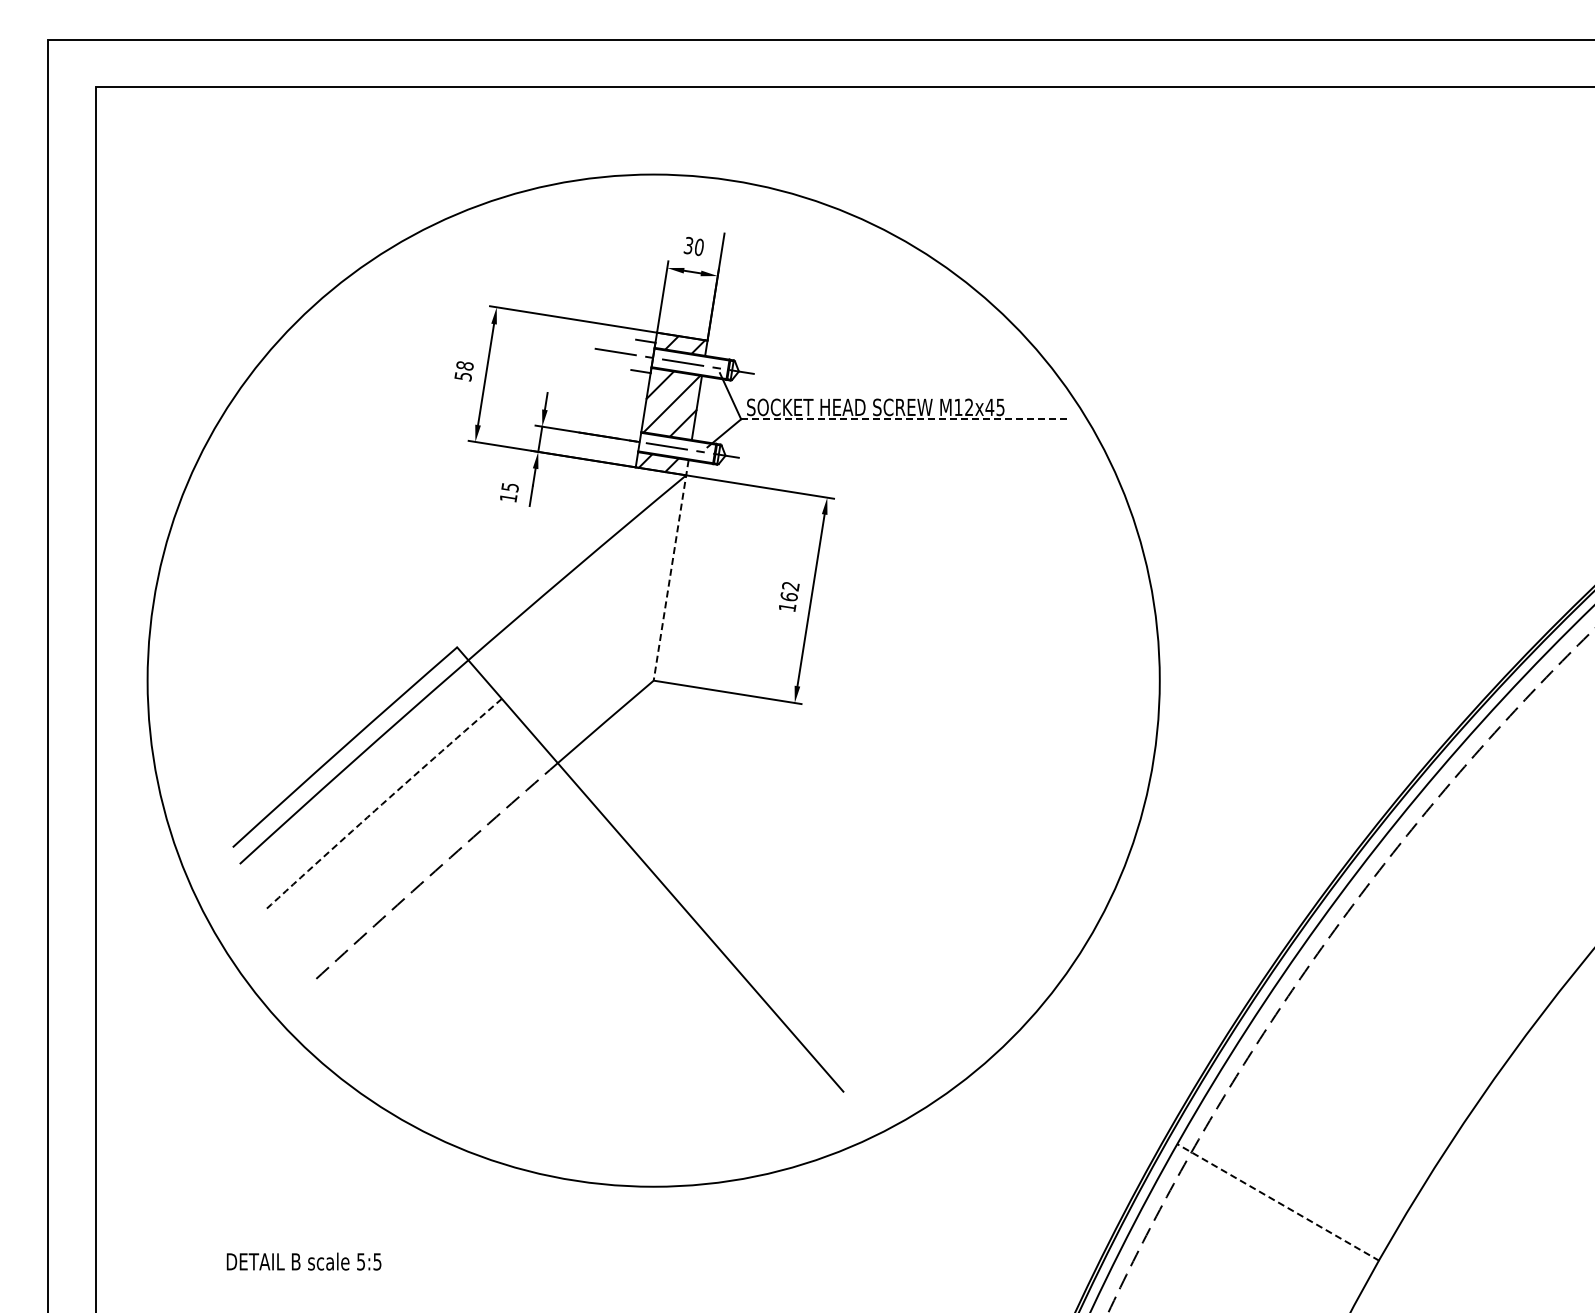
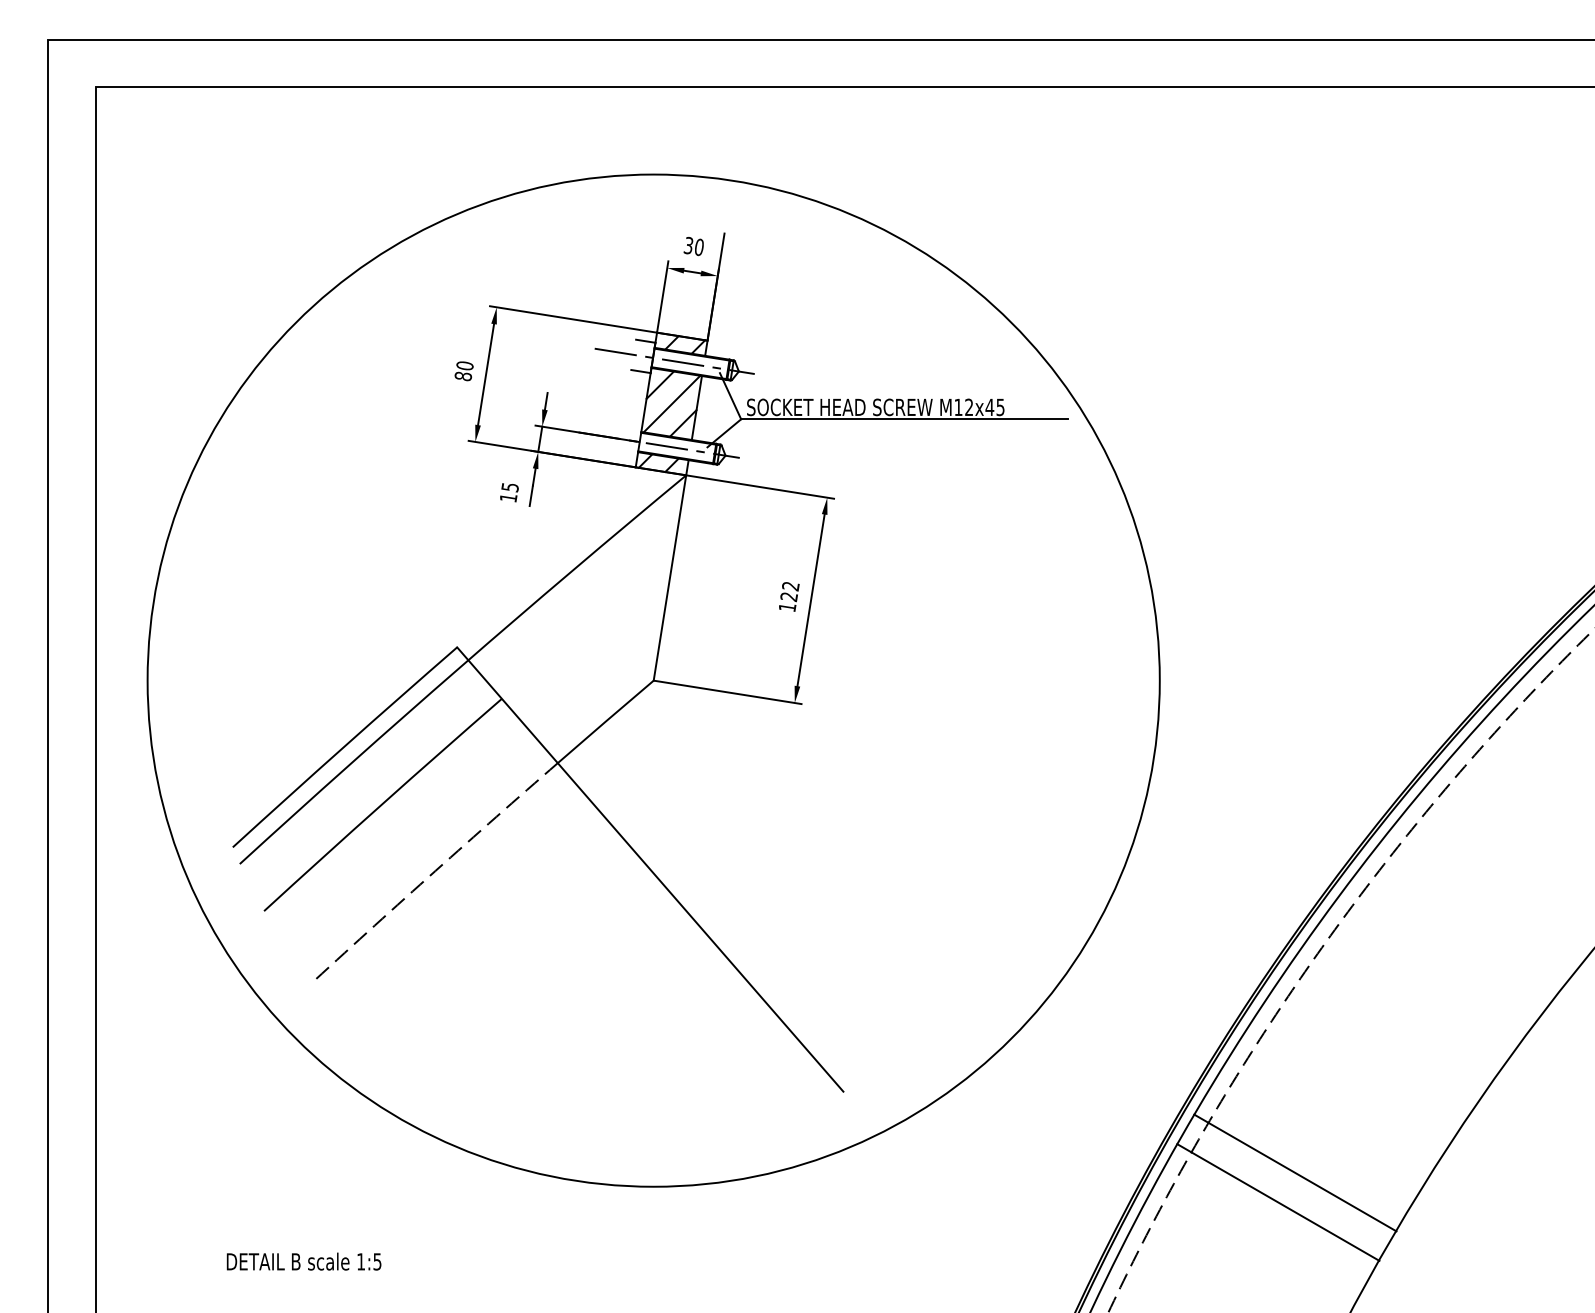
text at (463, 371): 58 -> 80
line at (905, 419): dashed -> solid
line at (671, 570): dashed -> solid
text at (788, 597): 162 -> 122
arc at (382, 804): dashed -> solid
line at (1295, 1172): none -> present
line at (1278, 1202): dashed -> solid
text at (360, 1261): 5:5 -> 1:5
